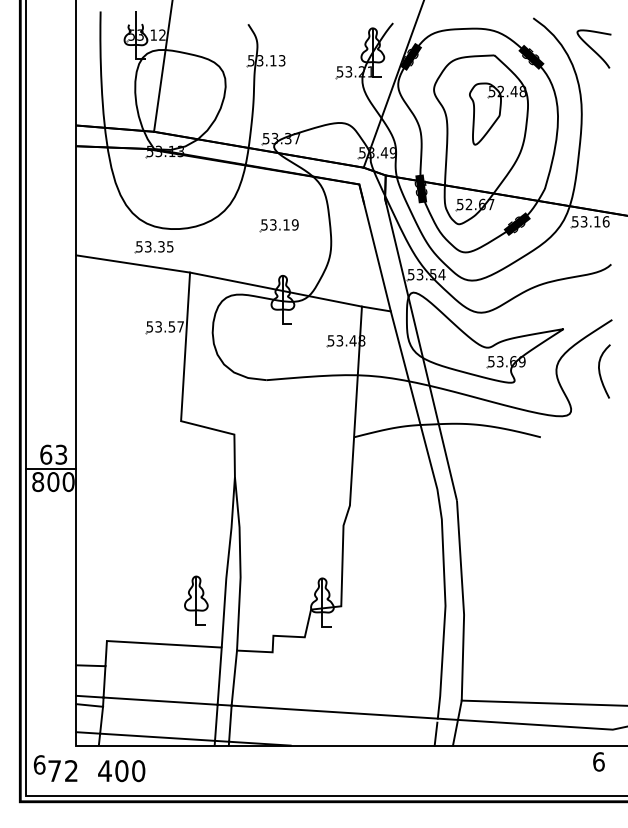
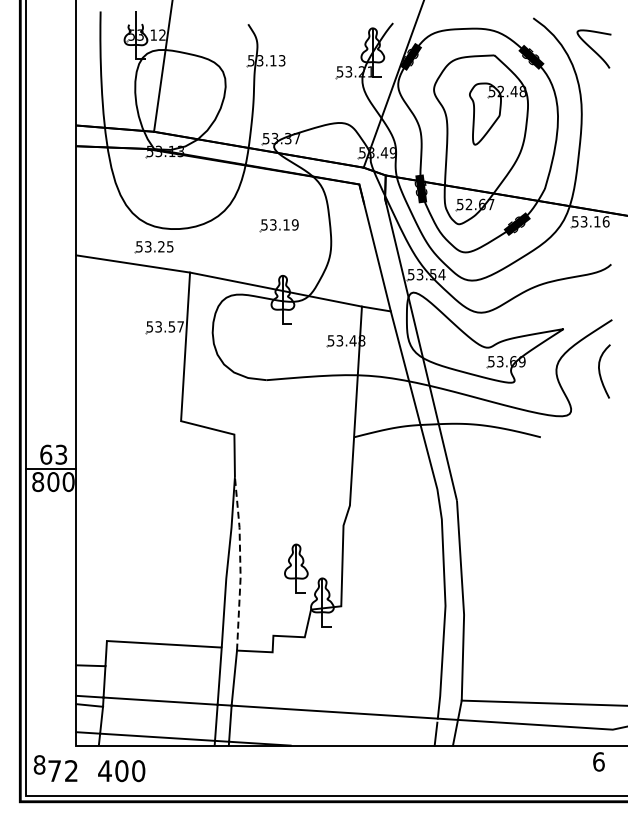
text at (161, 247): 53.35 -> 53.25
line at (240, 563): solid -> dashed
part at (196, 600) position: (196, 600) -> (296, 568)
text at (39, 764): 6 -> 8
